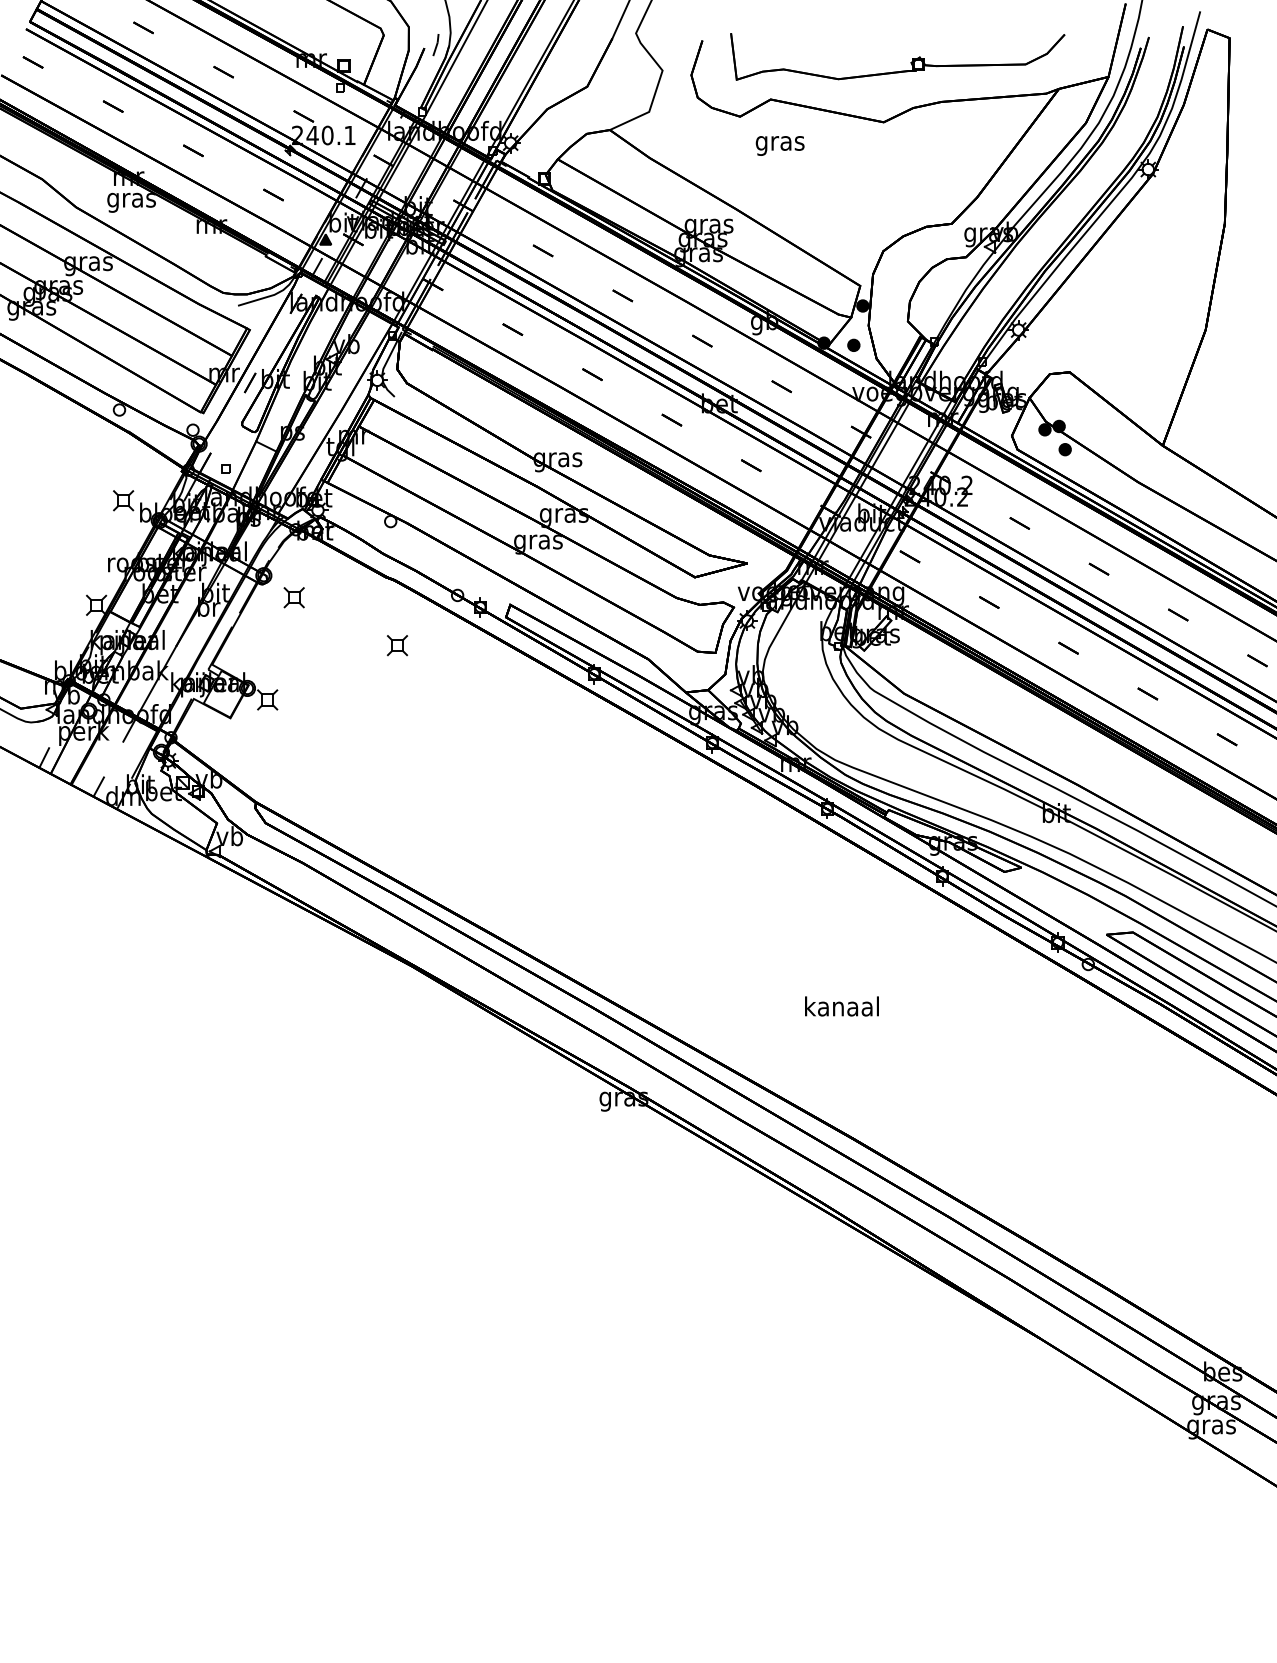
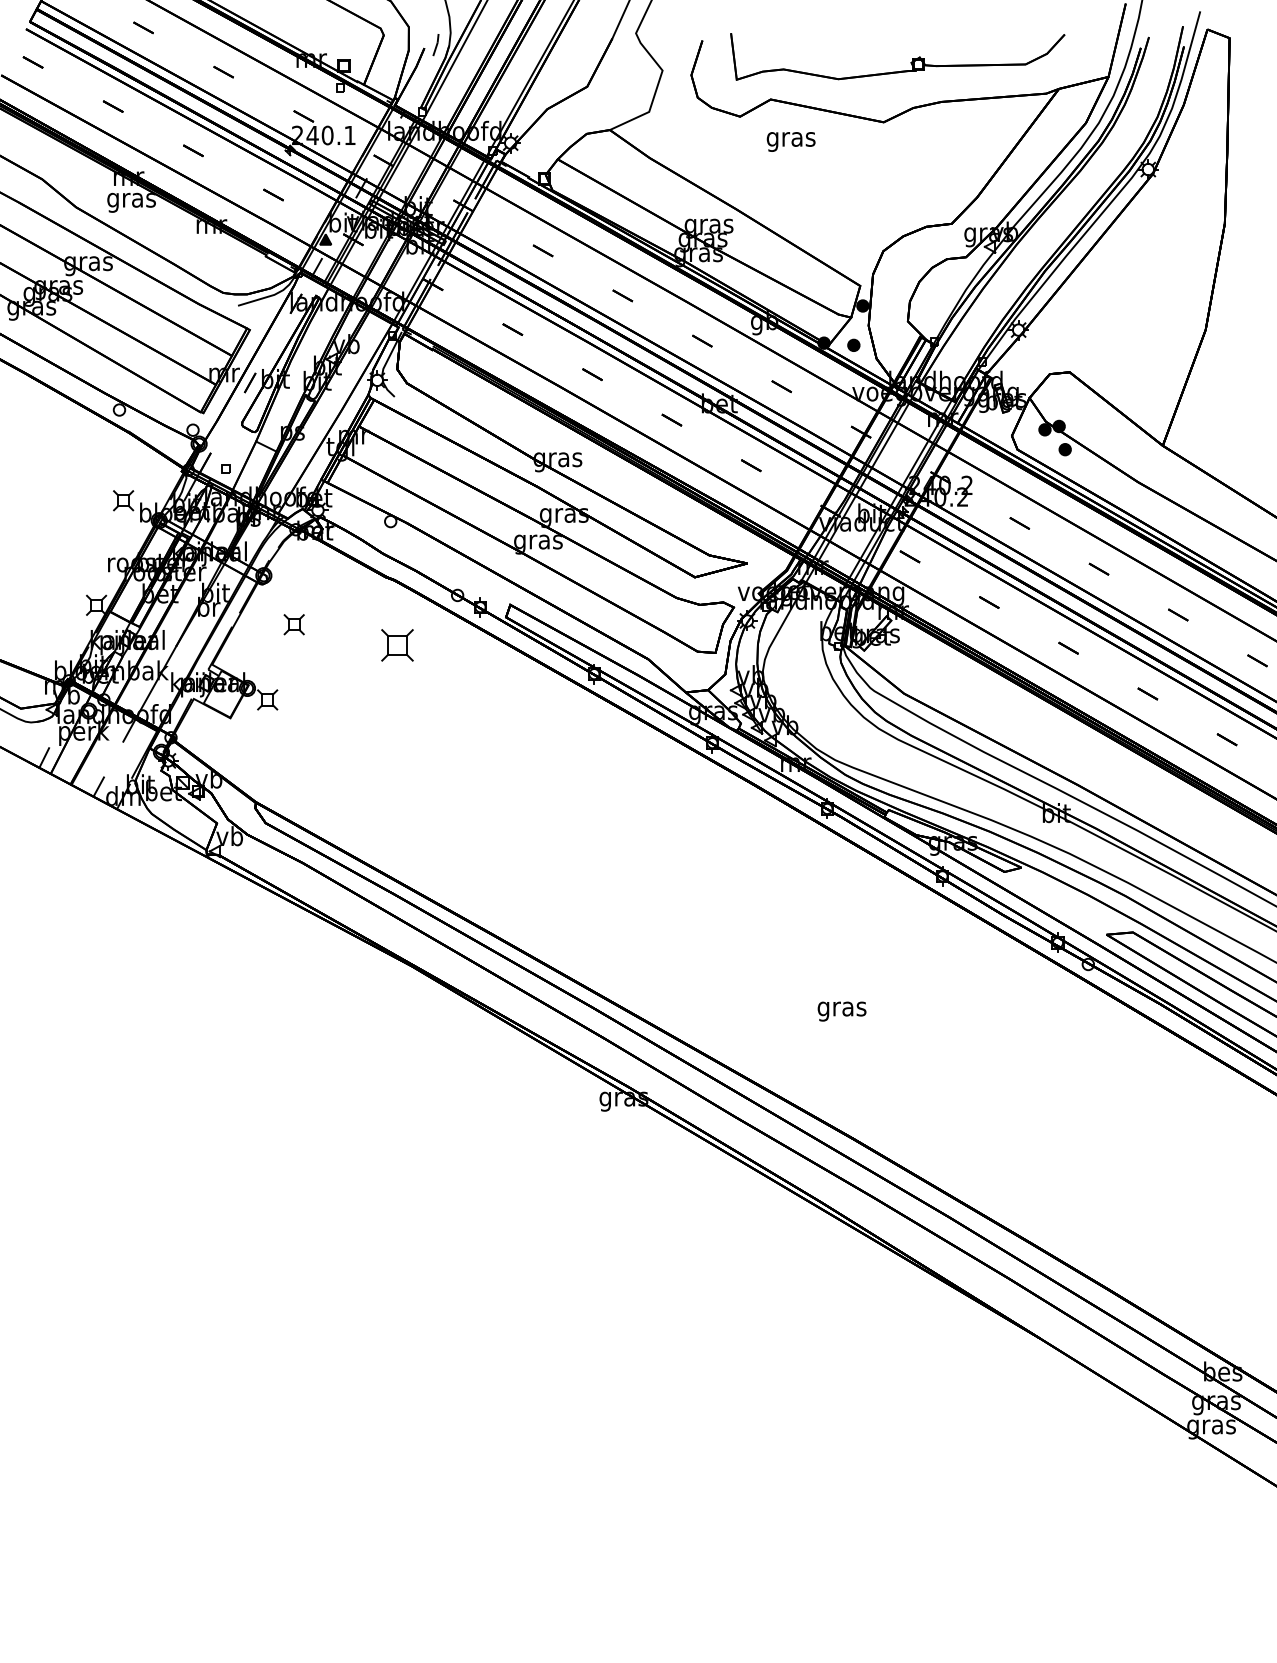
text at (779, 145) position: (779, 145) -> (790, 141)
part at (293, 597) position: (293, 597) -> (293, 624)
part at (397, 645) size: 23x22 px -> 33x33 px
text at (841, 1008): kanaal -> gras
